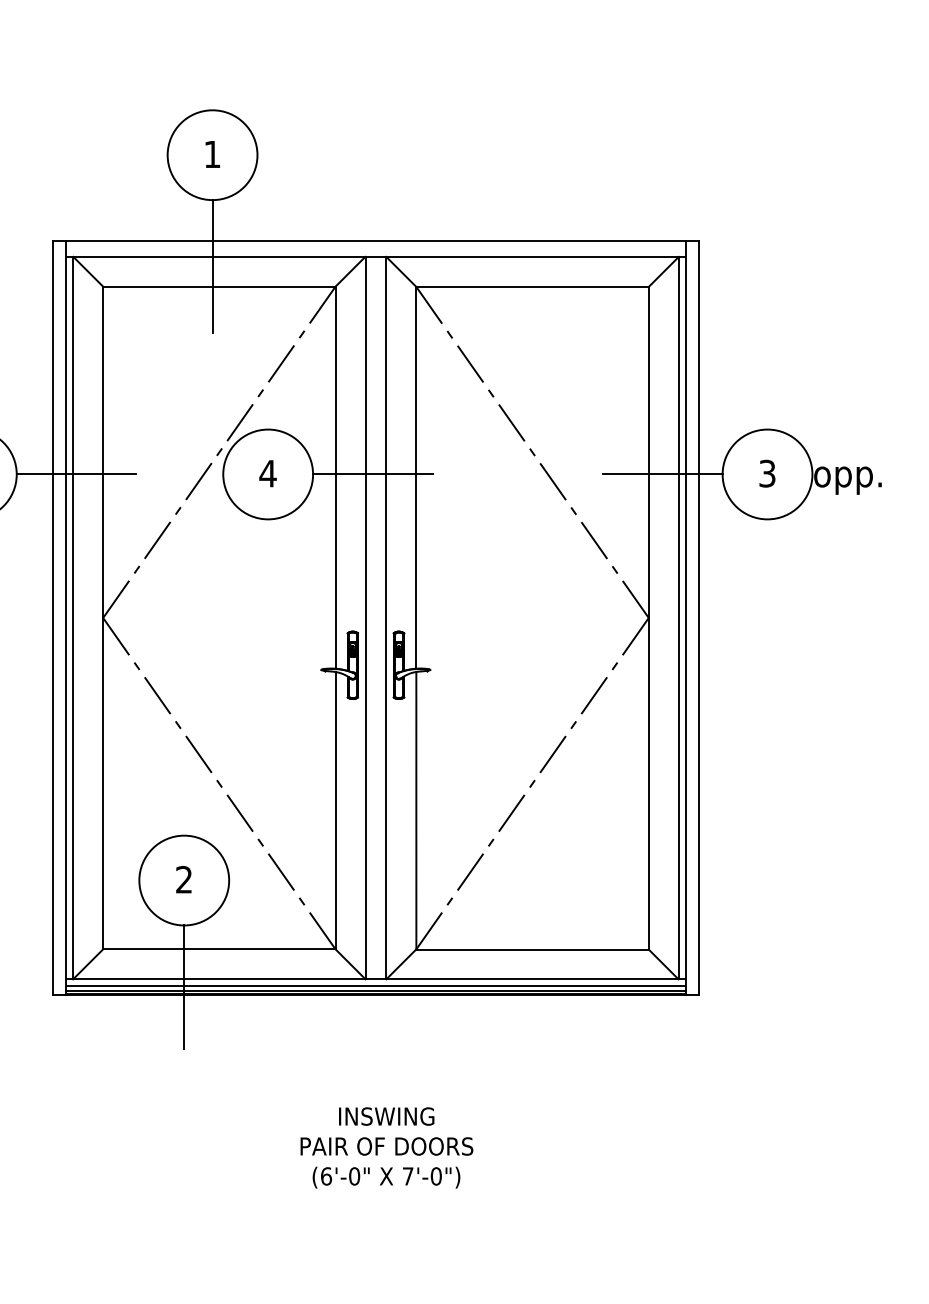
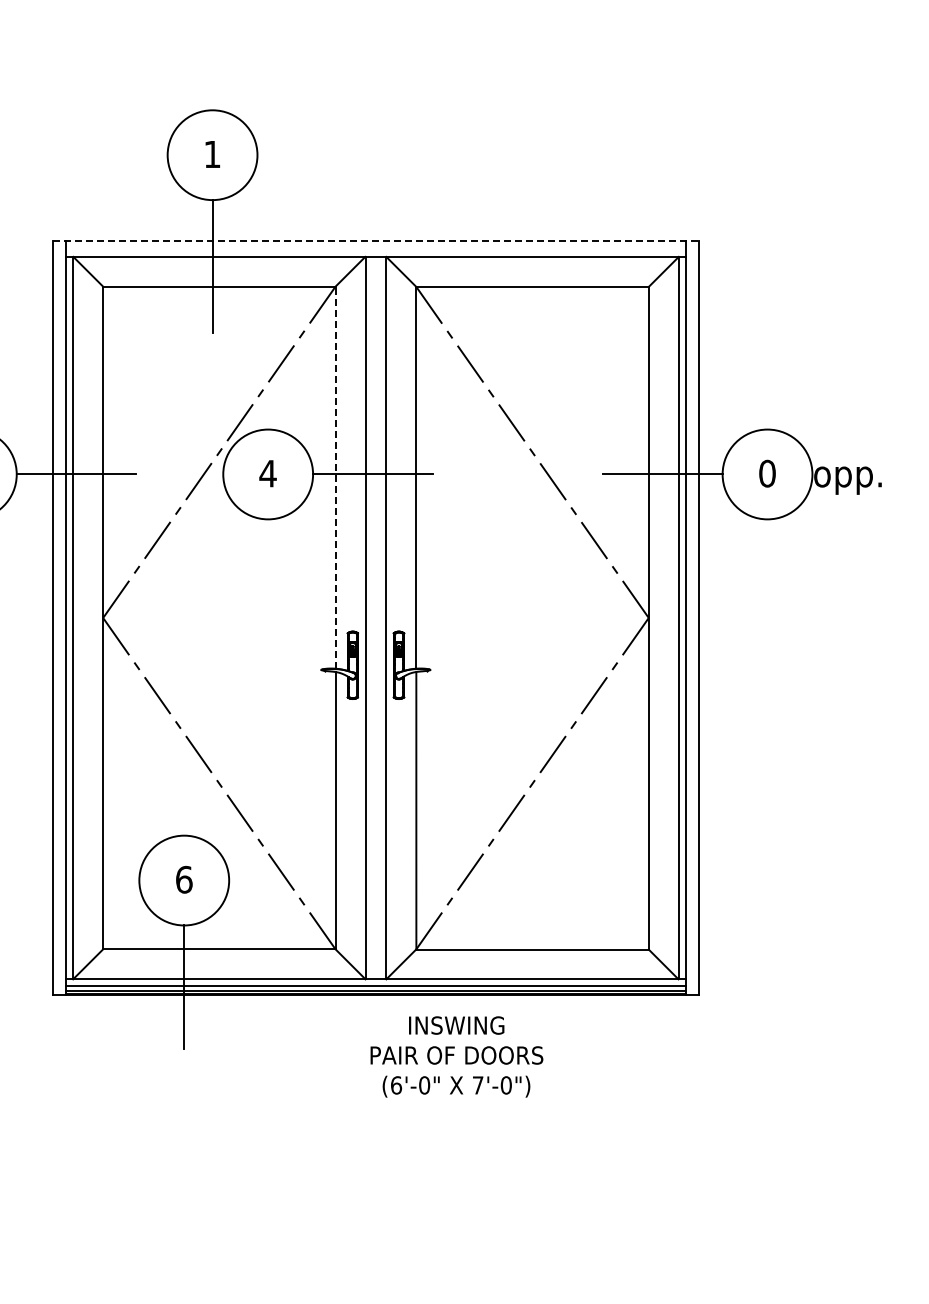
line at (376, 240): solid -> dashed
text at (767, 473): 3 -> 0
line at (335, 477): solid -> dashed
text at (184, 879): 2 -> 6
text at (386, 1147) position: (386, 1147) -> (456, 1056)
